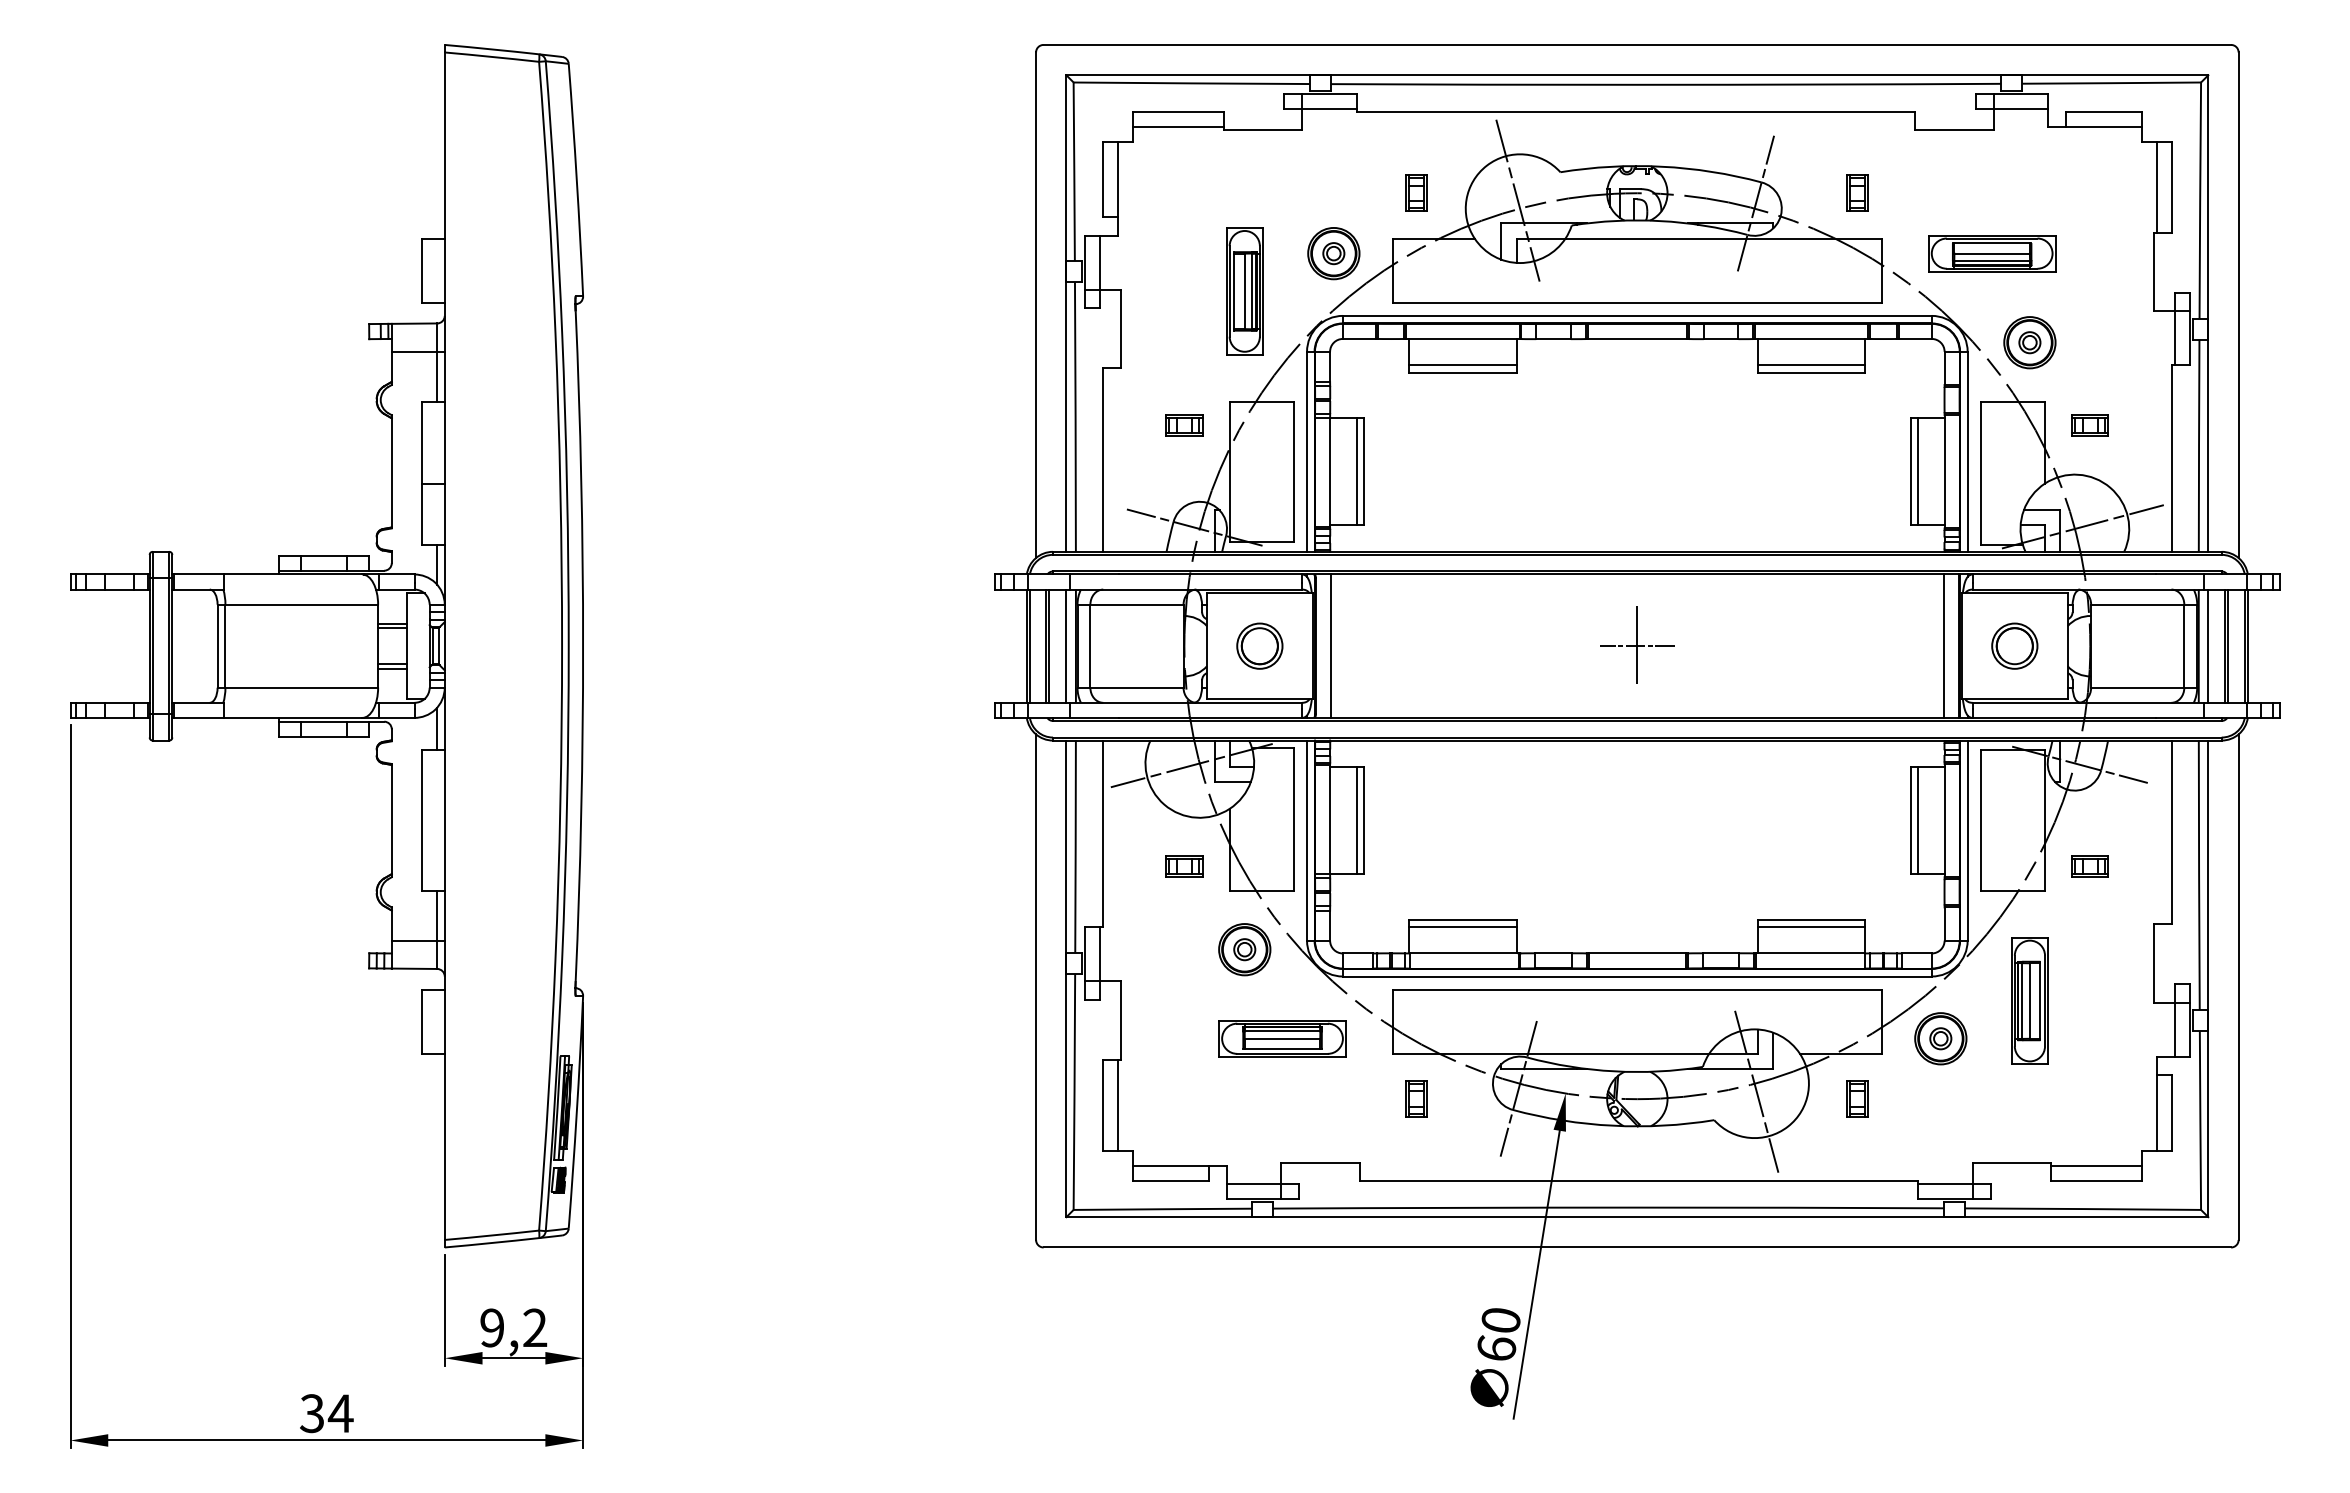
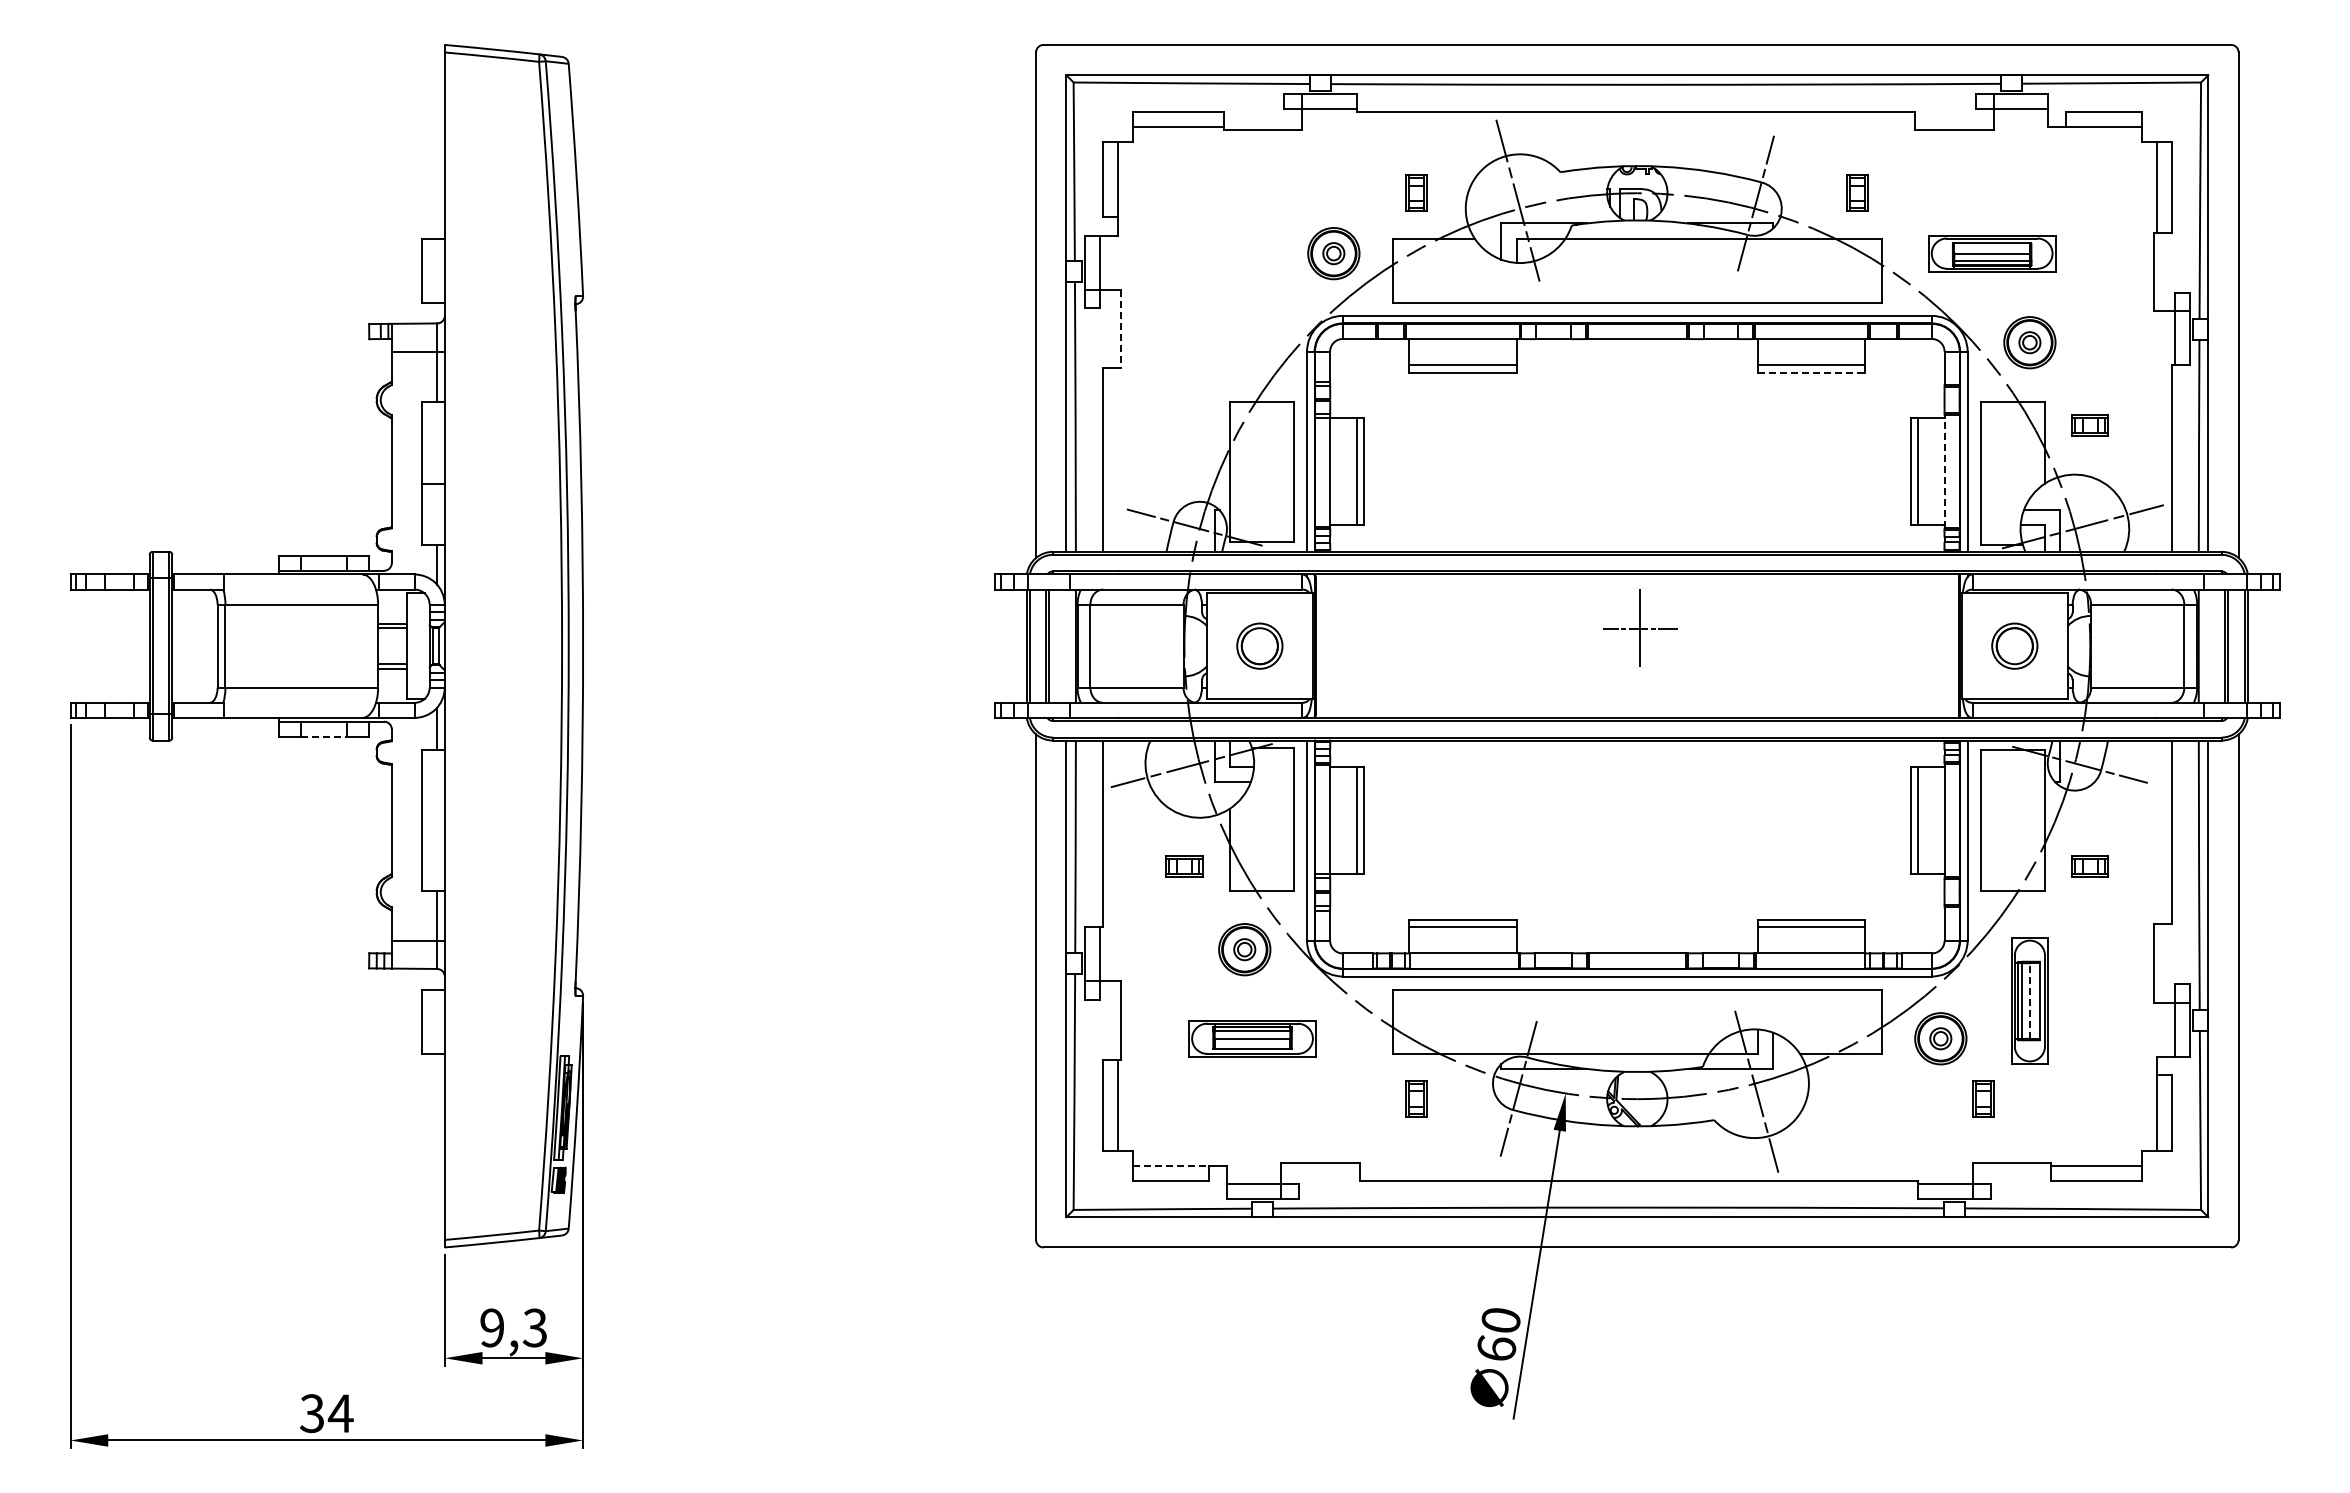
part at (1244, 291): present -> none
line at (1120, 329): solid -> dashed
line at (1811, 372): solid -> dashed
part at (1184, 425): present -> none
line at (1944, 471): solid -> dashed
part at (1637, 644) position: (1637, 644) -> (1640, 627)
line at (1066, 645): present -> none
line at (1331, 645): present -> none
line at (1943, 645): present -> none
line at (2208, 645): present -> none
line at (323, 736): solid -> dashed
line at (2029, 1001): solid -> dashed
part at (1282, 1038) position: (1282, 1038) -> (1252, 1038)
part at (1857, 1098) position: (1857, 1098) -> (1983, 1098)
line at (1170, 1165): solid -> dashed
text at (534, 1327): 9,2 -> 9,3
